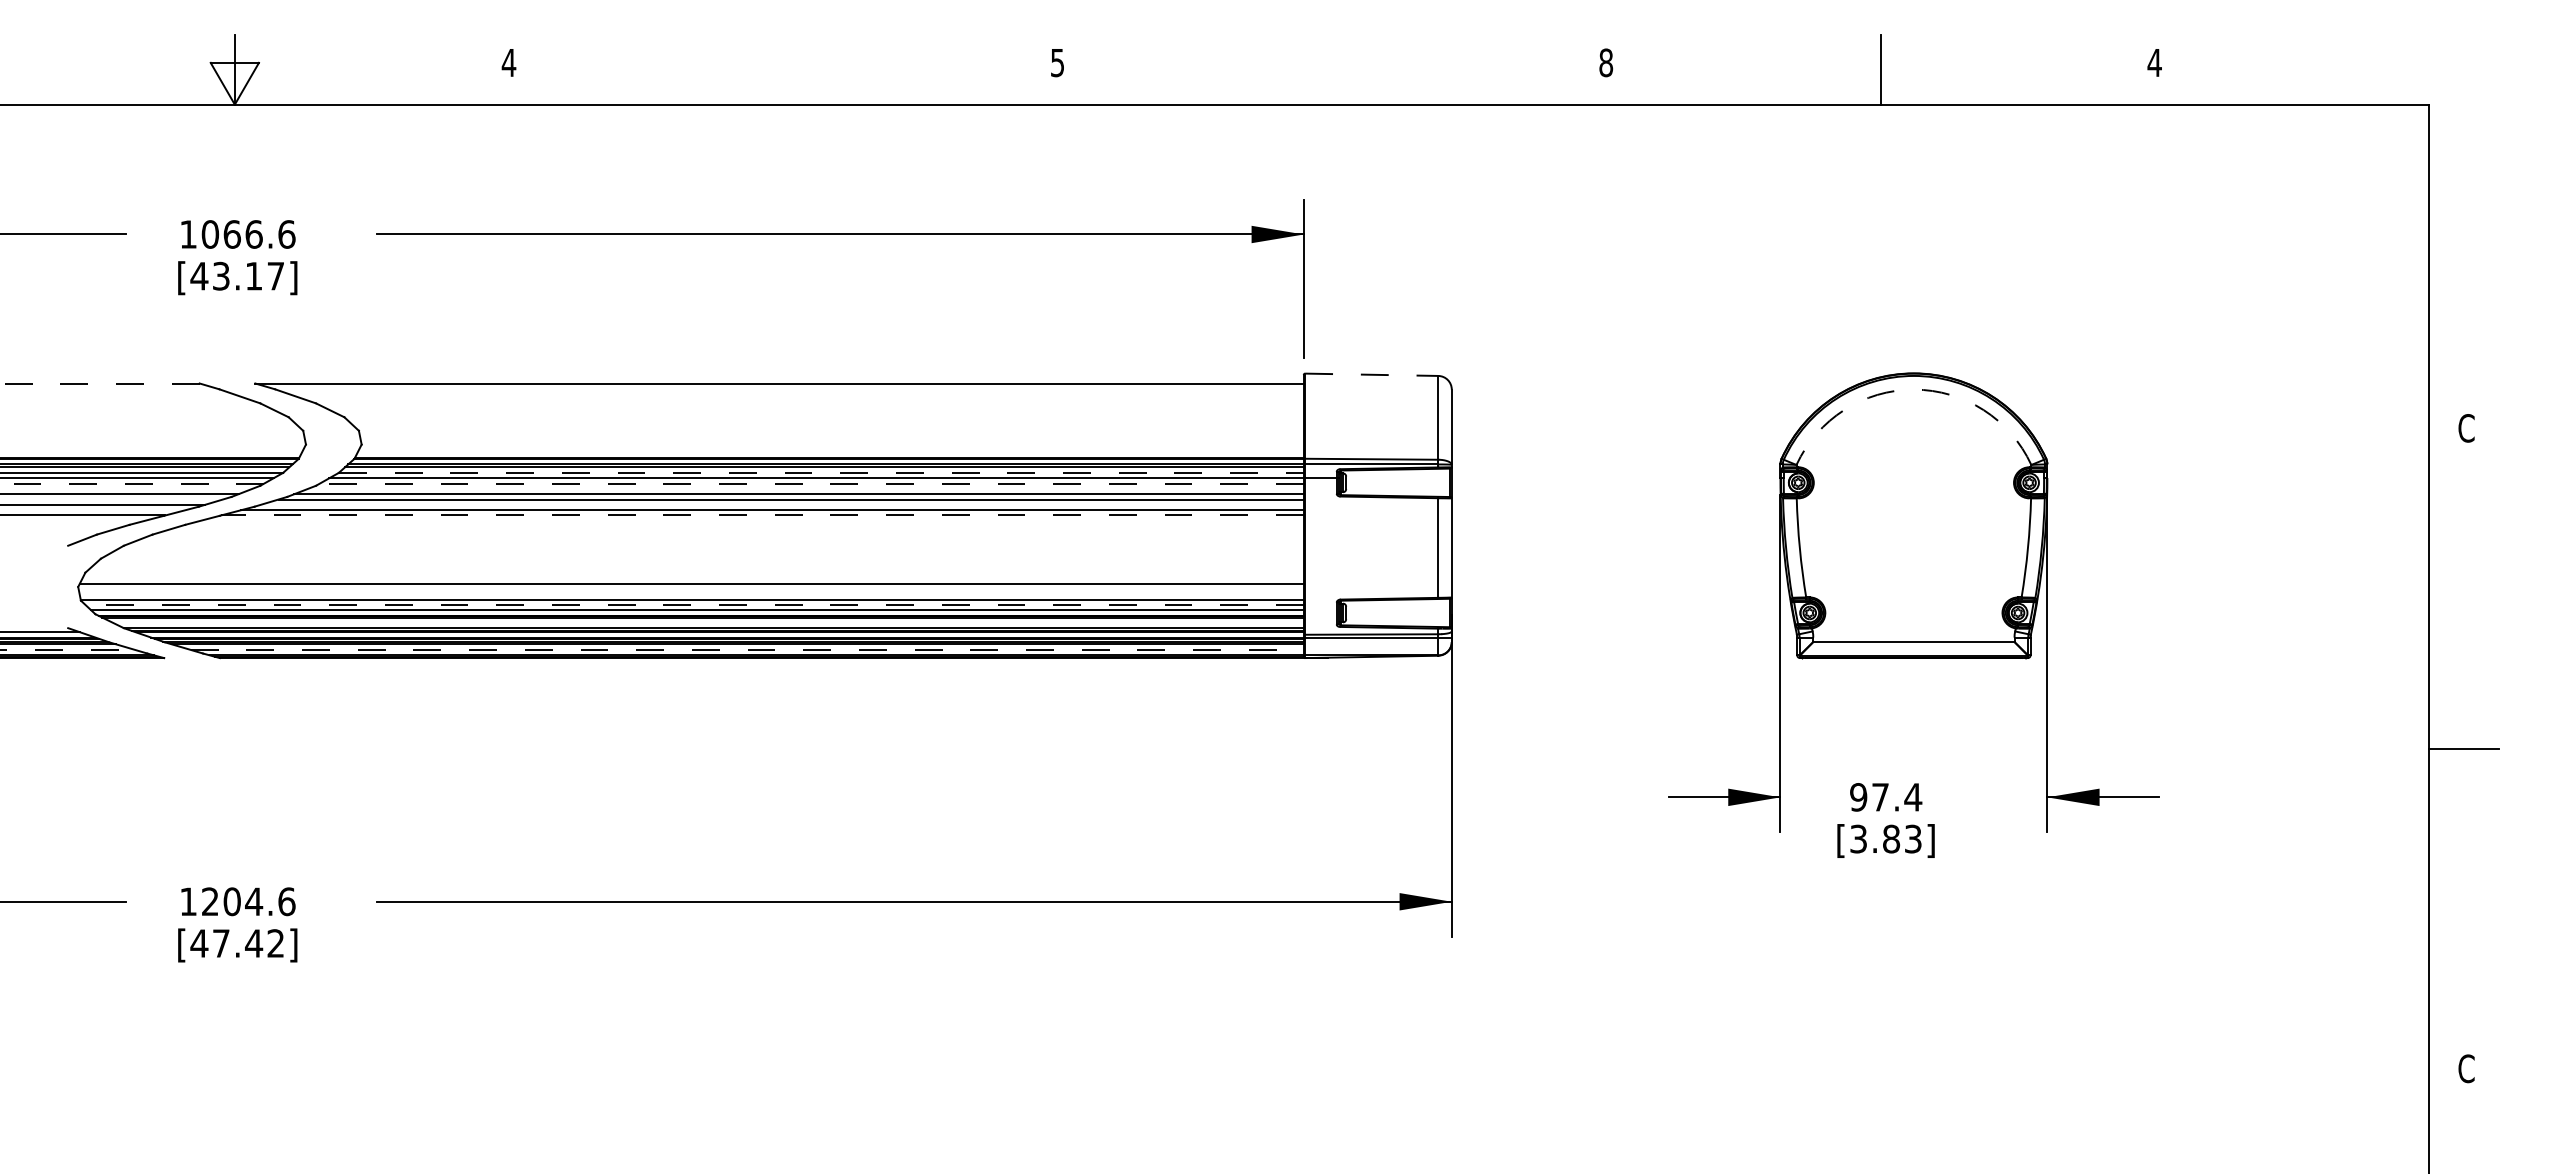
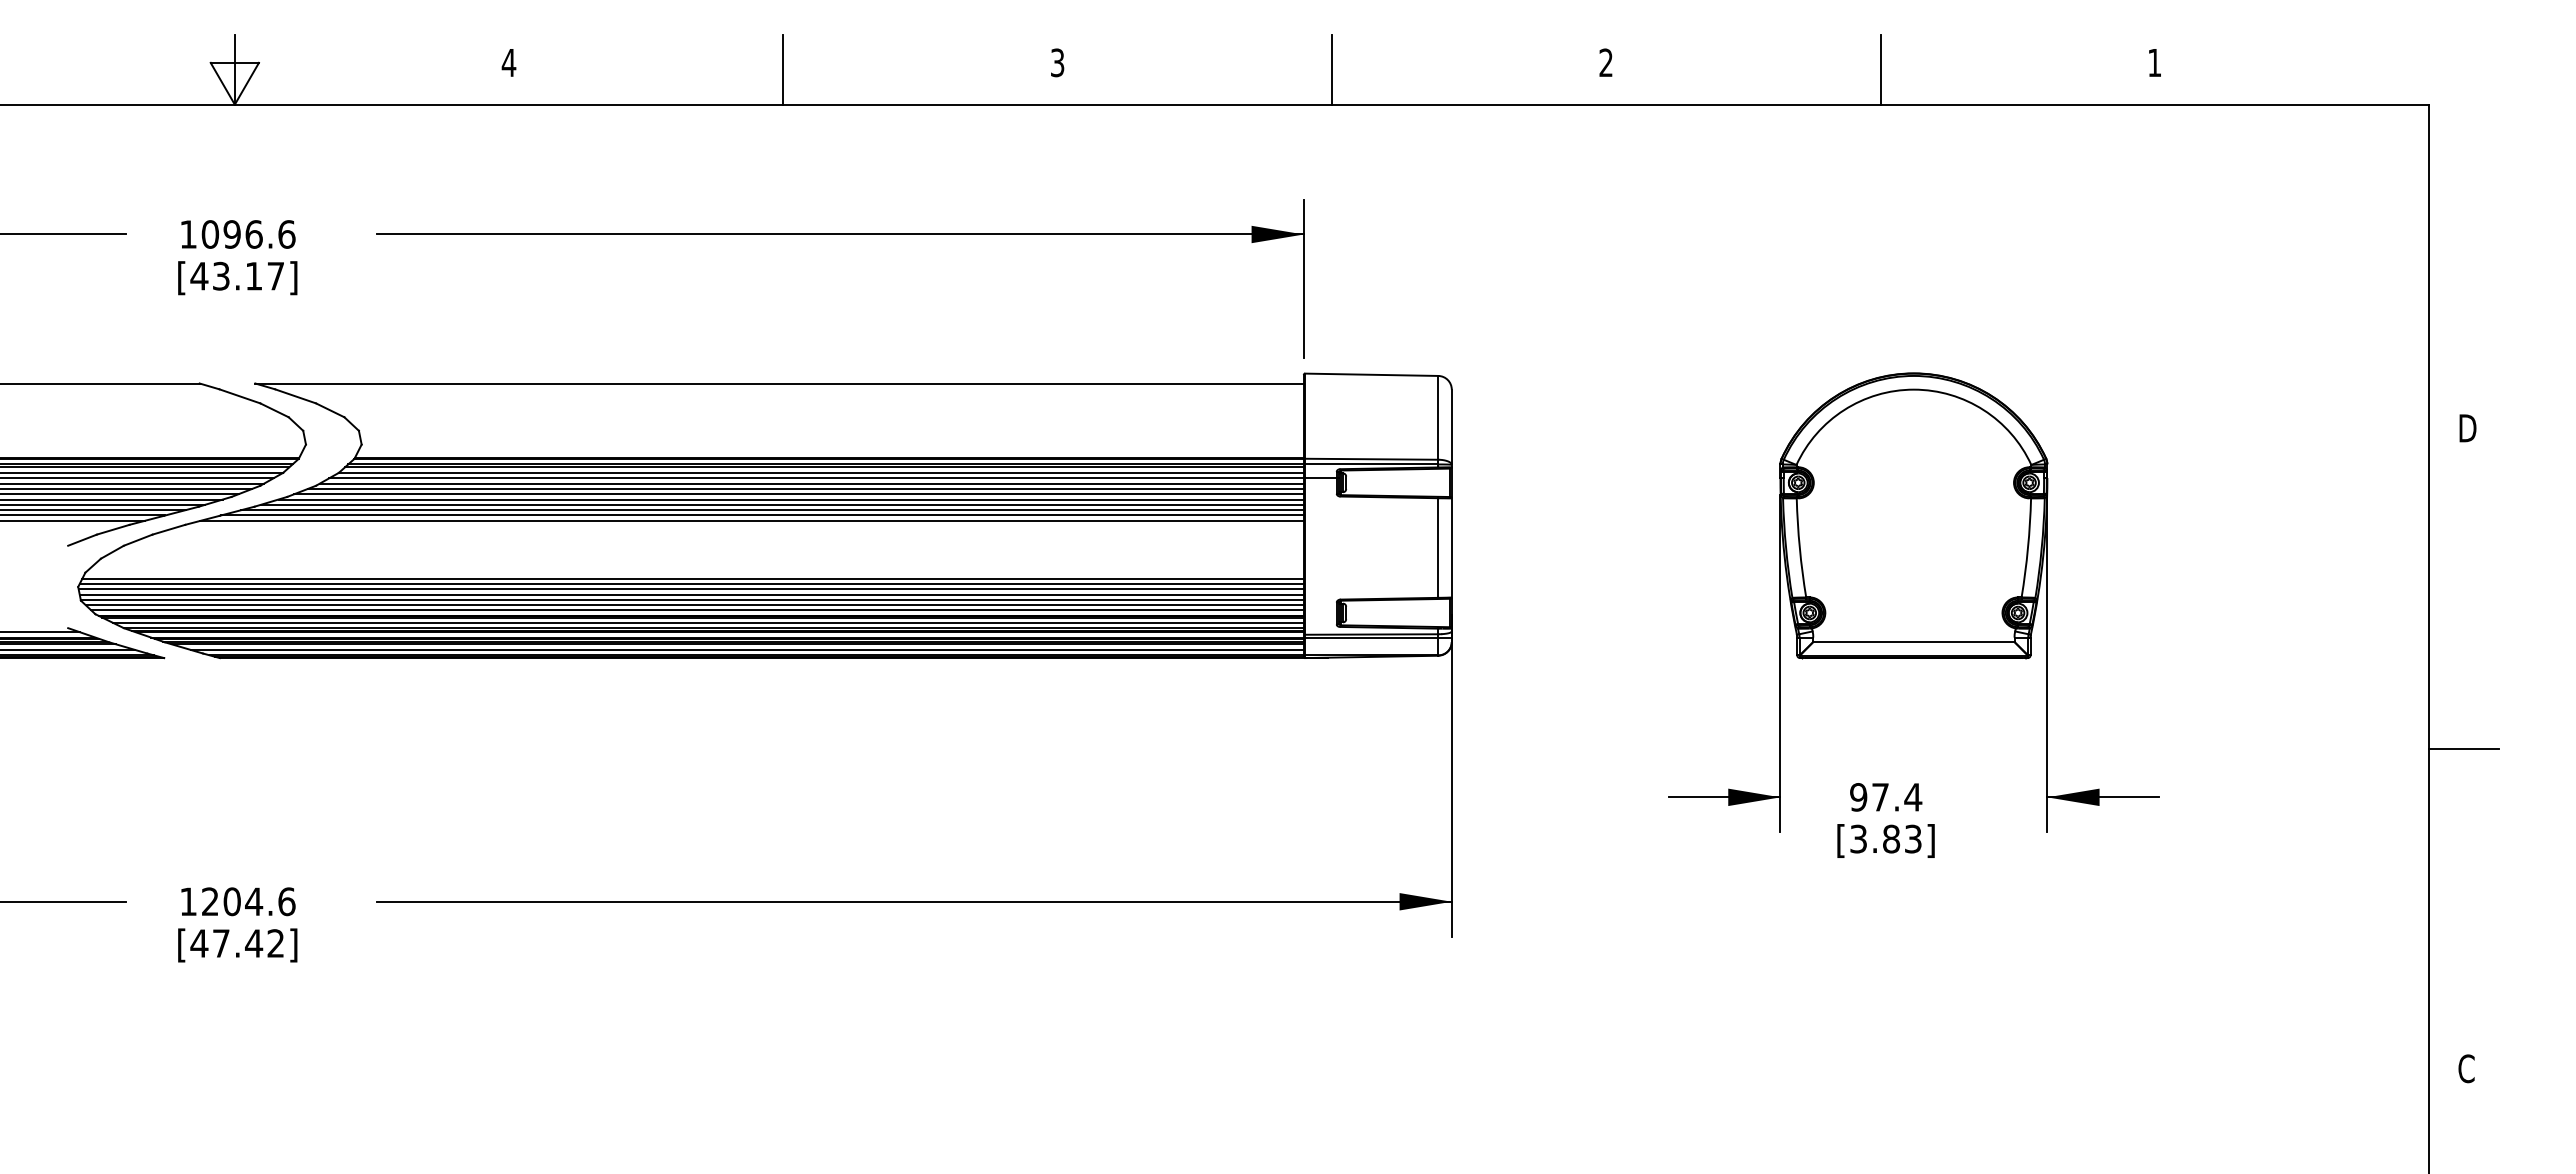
text at (1057, 62): 5 -> 3
text at (1606, 62): 8 -> 2
text at (2154, 62): 4 -> 1
line at (783, 69): none -> present
line at (1331, 69): none -> present
text at (231, 234): 1066.6 -> 1096.6
line at (1371, 374): dashed -> solid
line at (99, 383): dashed -> solid
arc at (1913, 389): dashed -> solid
text at (2467, 428): C -> D
line at (821, 472): dashed -> solid
line at (132, 483): dashed -> solid
line at (811, 483): dashed -> solid
line at (127, 488): none -> present
line at (805, 488): none -> present
line at (112, 499): none -> present
line at (781, 504): none -> present
line at (93, 510): none -> present
line at (761, 515): dashed -> solid
line at (73, 520): none -> present
line at (751, 520): none -> present
line at (692, 578): none -> present
line at (690, 589): none -> present
line at (691, 594): none -> present
line at (694, 605): dashed -> solid
line at (707, 622): none -> present
line at (68, 649): dashed -> solid
line at (747, 649): dashed -> solid
